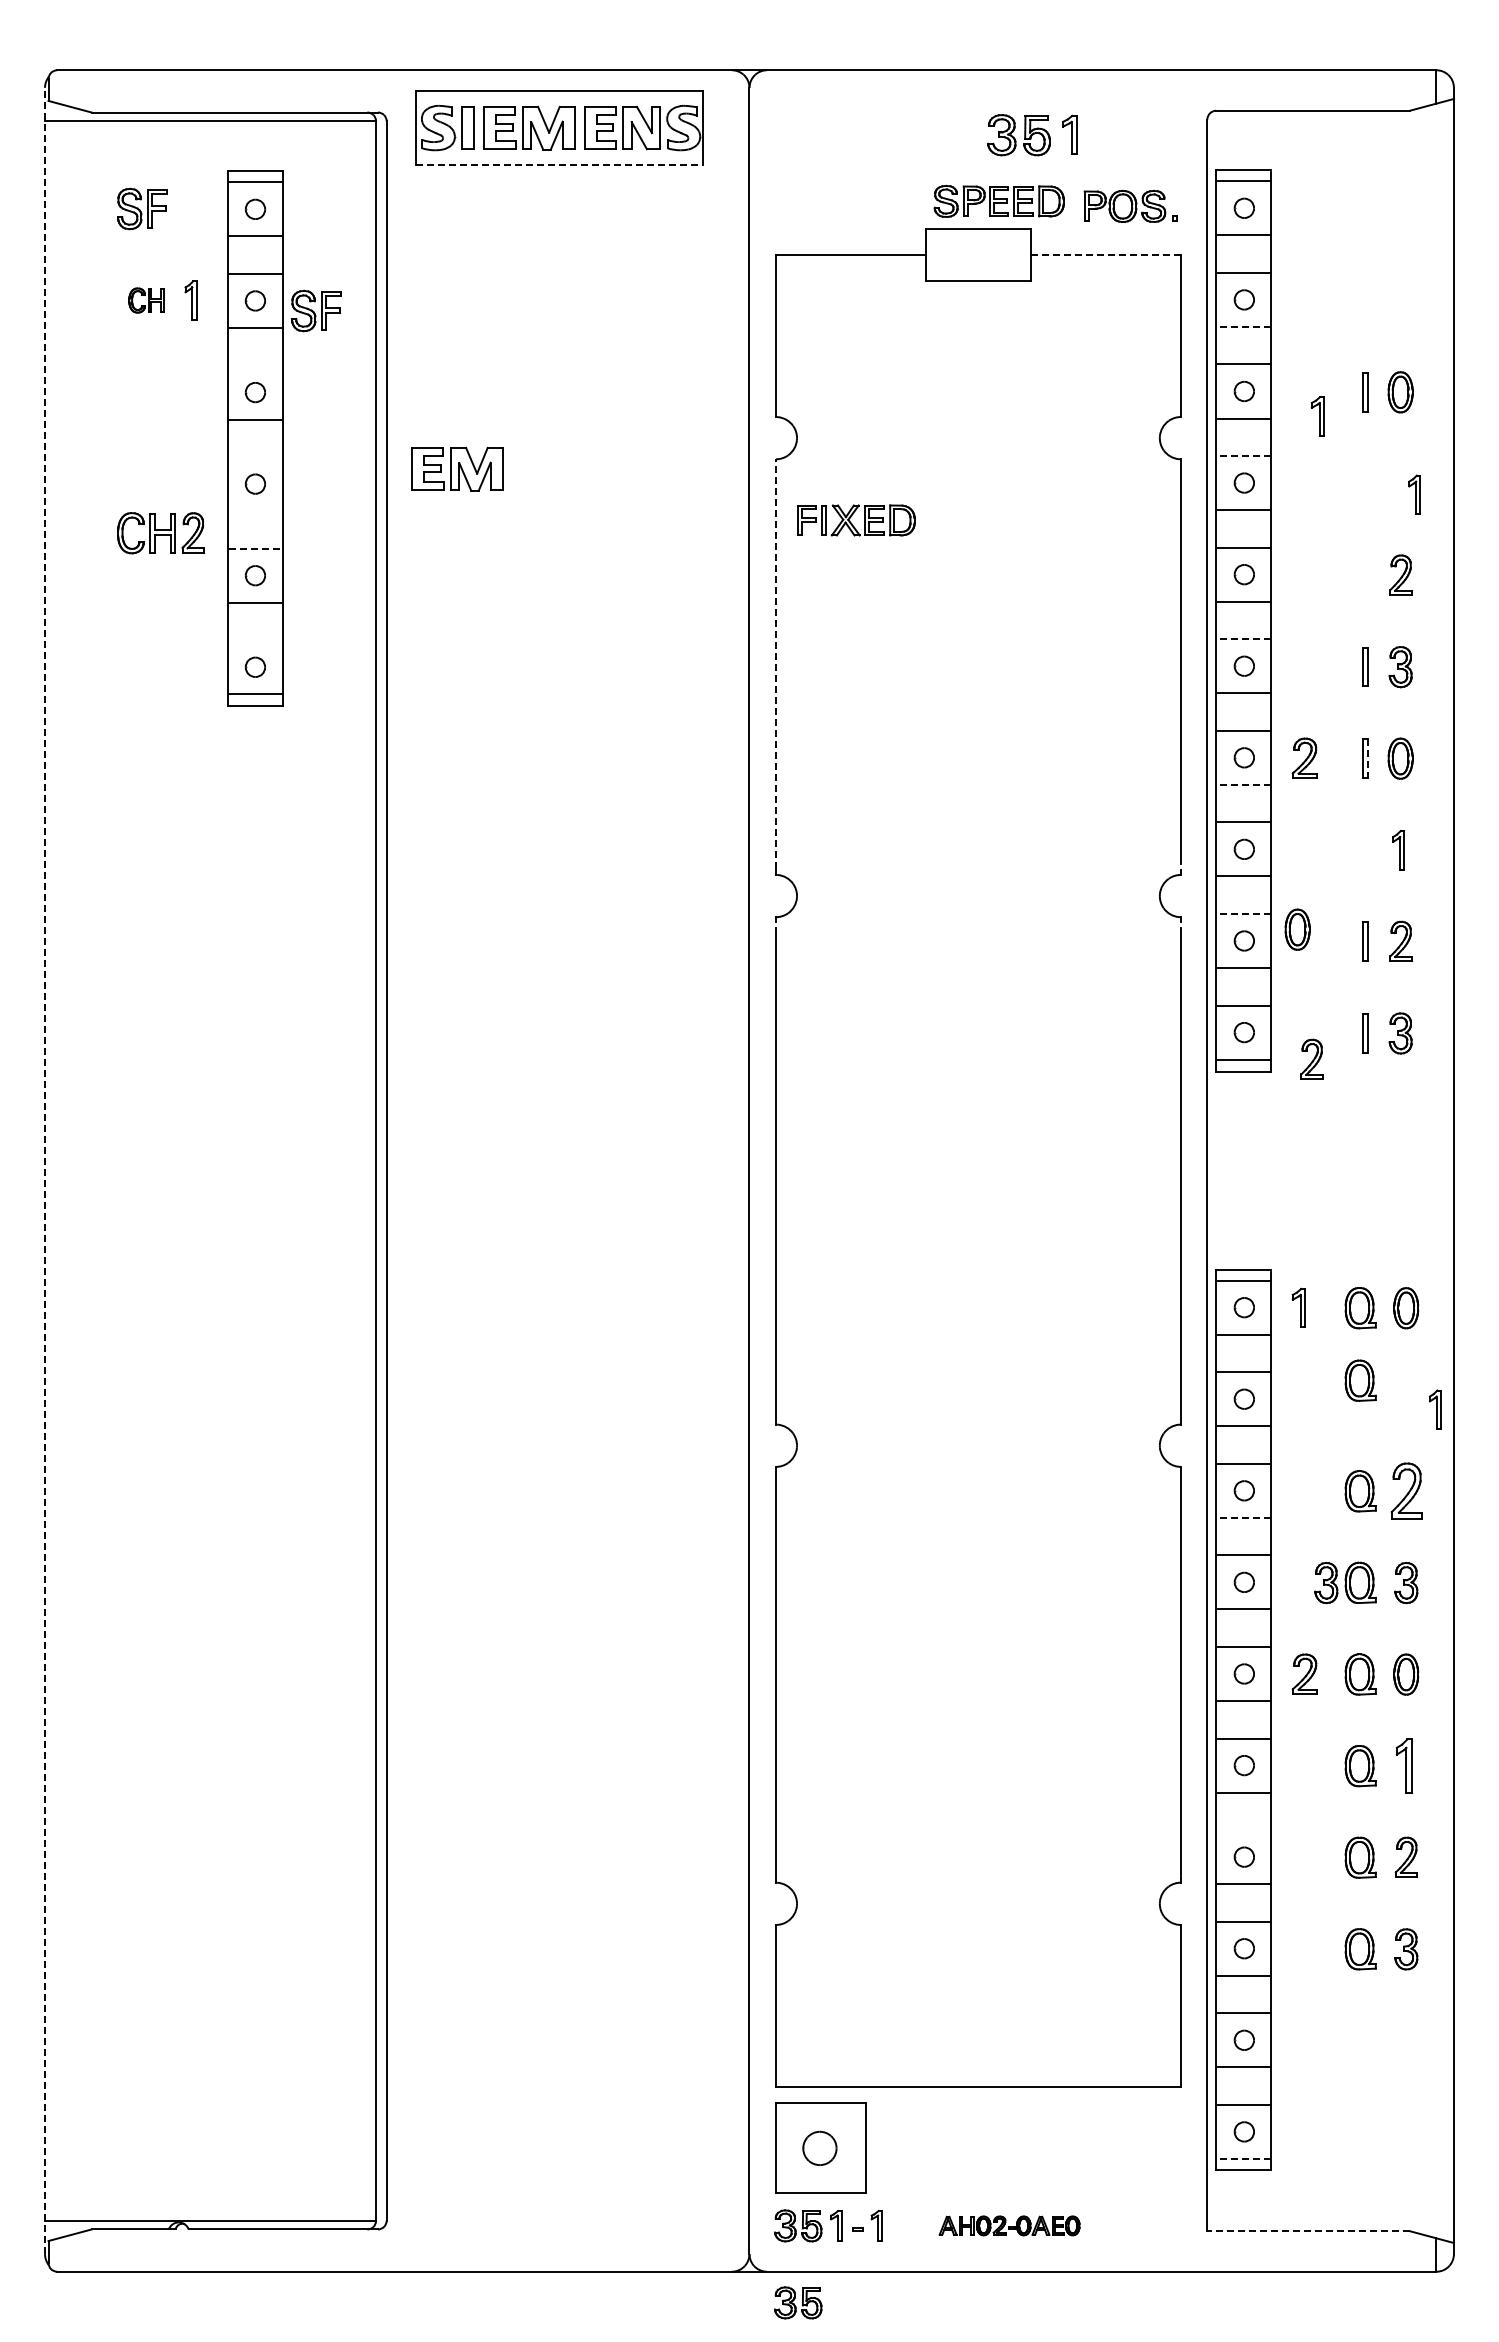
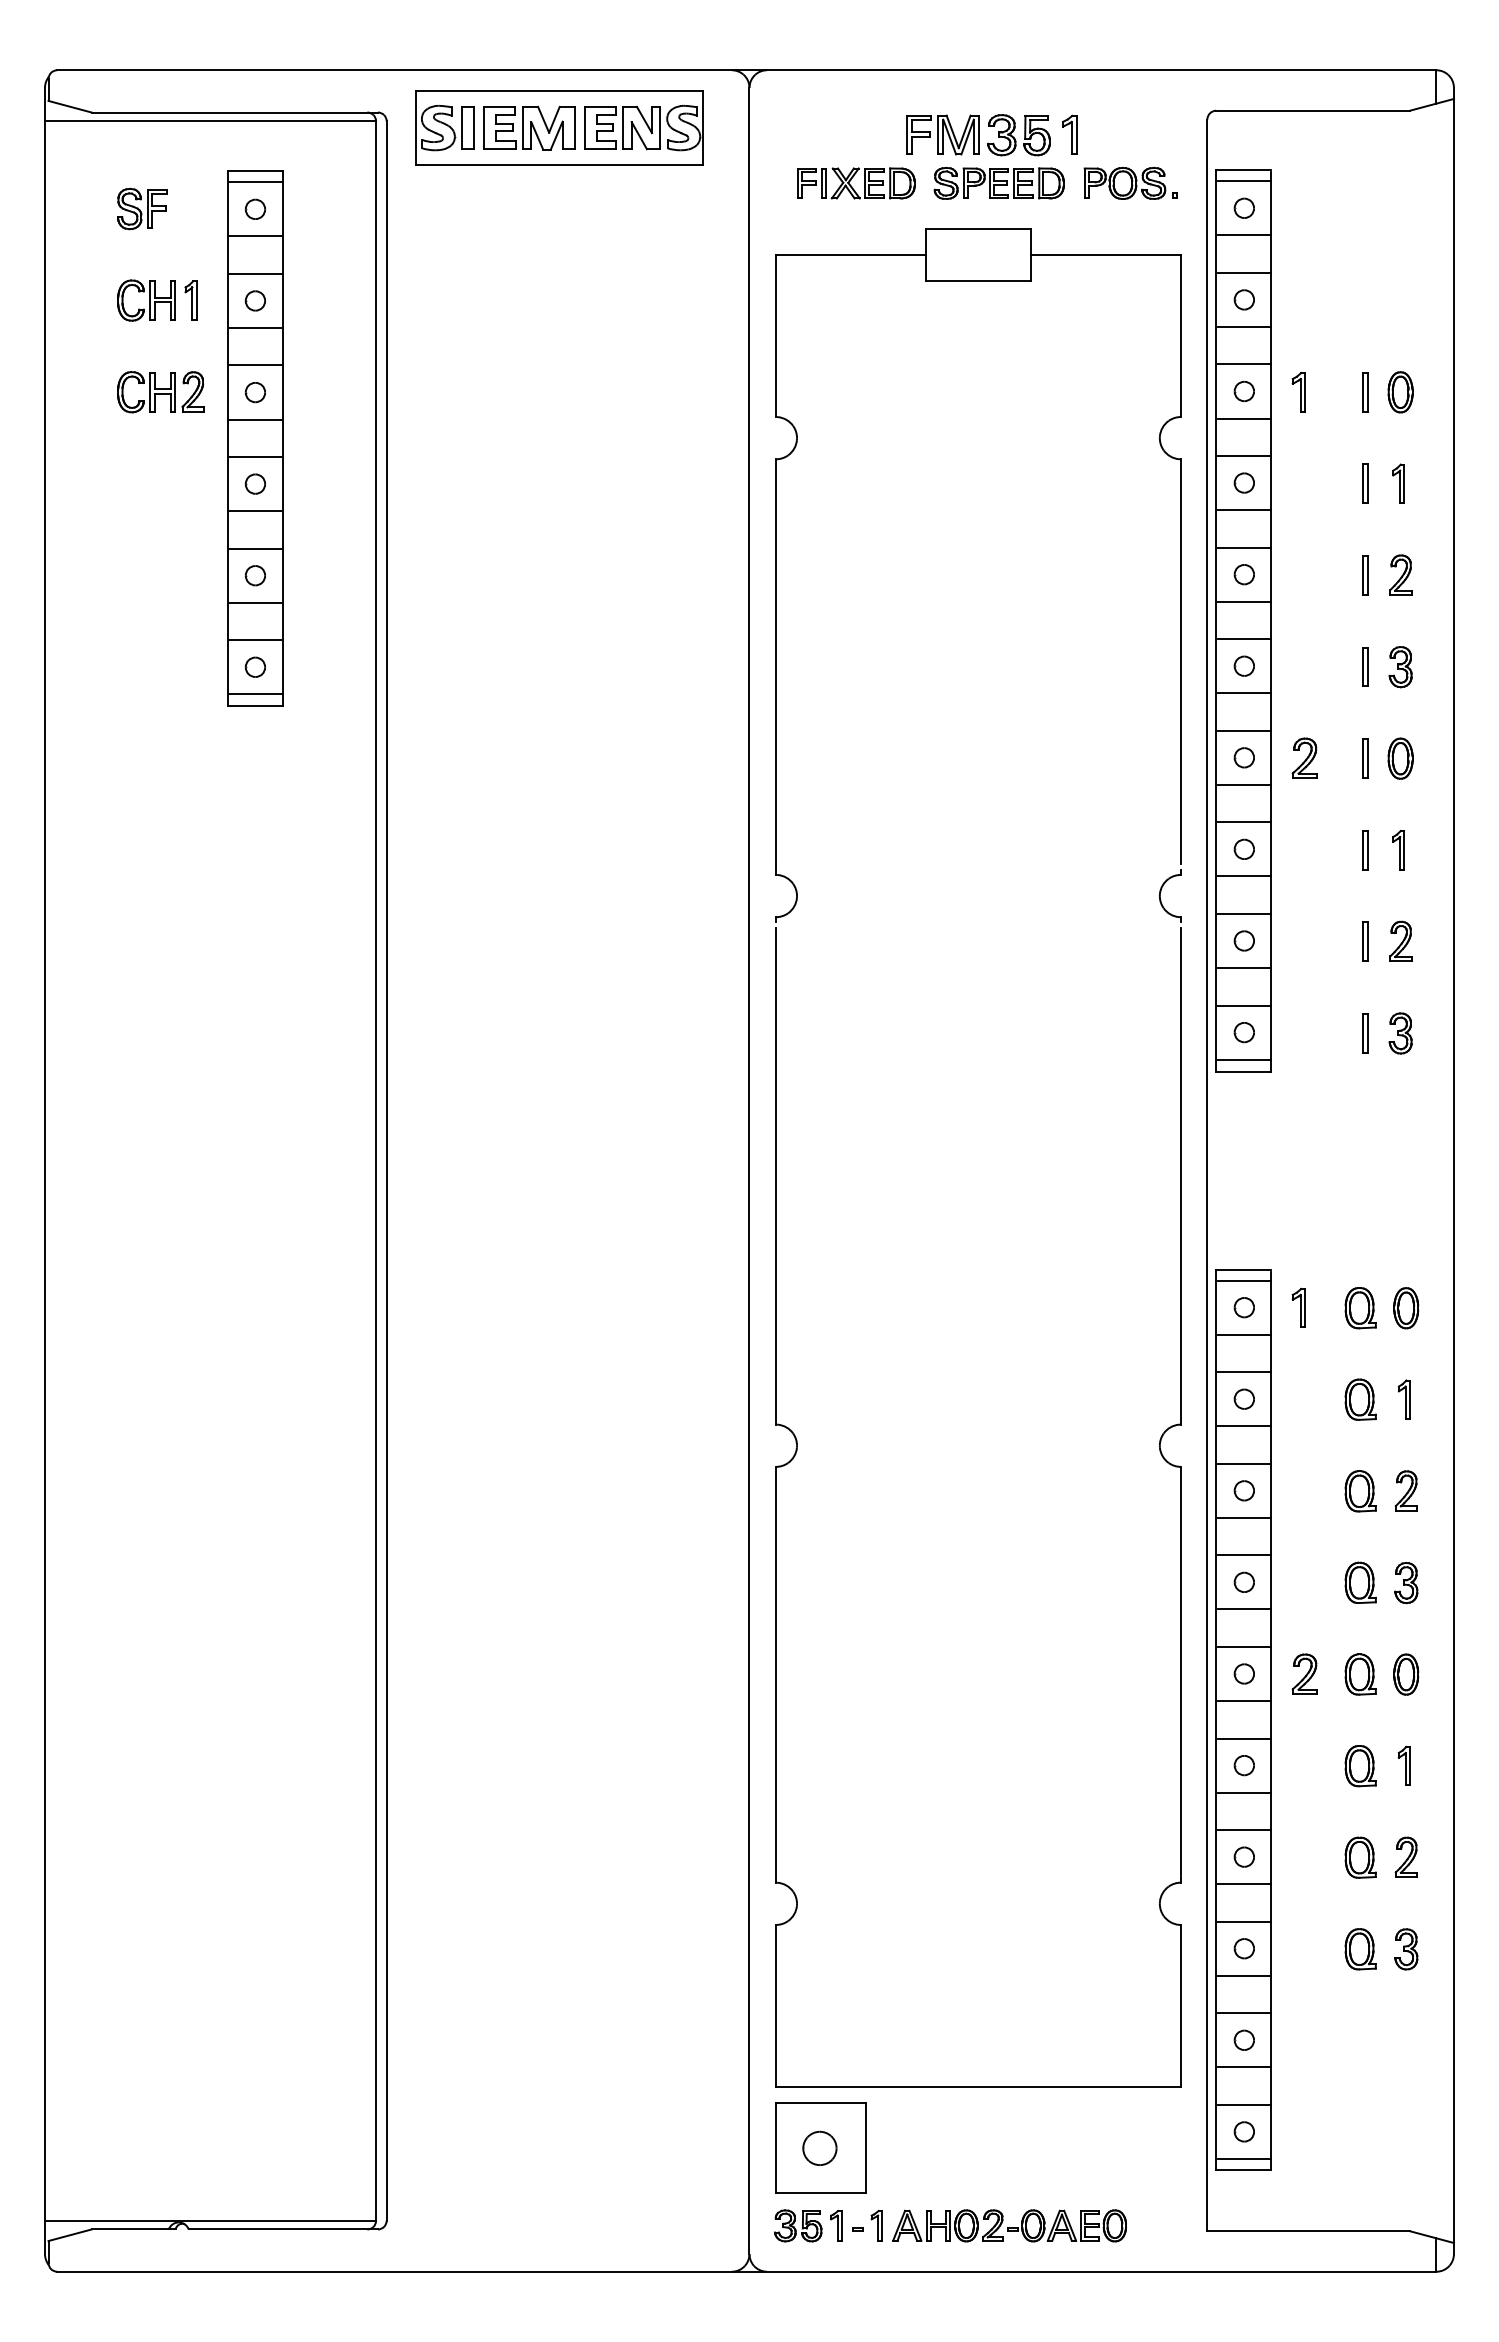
part at (942, 134): none -> present
line at (559, 165): dashed -> solid
part at (998, 200) position: (998, 200) -> (998, 182)
part at (1130, 205) position: (1130, 205) -> (1130, 182)
line at (1106, 255): dashed -> solid
part at (146, 300) size: 37x27 px -> 59x43 px
part at (316, 310): present -> none
line at (1243, 326): dashed -> solid
line at (255, 365): none -> present
part at (1317, 416) position: (1317, 416) -> (1298, 392)
line at (1243, 456): dashed -> solid
line at (255, 457): none -> present
part at (457, 468): present -> none
part at (1365, 483): none -> present
part at (1414, 494) position: (1414, 494) -> (1398, 483)
line at (255, 511): none -> present
part at (856, 520) position: (856, 520) -> (856, 183)
part at (160, 533) position: (160, 533) -> (160, 392)
line at (255, 548): dashed -> solid
part at (1365, 575): none -> present
line at (1243, 639): dashed -> solid
line at (255, 640): none -> present
line at (775, 664): dashed -> solid
line at (1367, 759): dashed -> solid
line at (1243, 784): dashed -> solid
part at (1365, 850): none -> present
line at (1243, 913): dashed -> solid
part at (1297, 929): present -> none
part at (1311, 1058): present -> none
line at (45, 1170): dashed -> solid
part at (1360, 1380) position: (1360, 1380) -> (1360, 1399)
part at (1434, 1409) position: (1434, 1409) -> (1403, 1399)
part at (1406, 1490) size: 33x58 px -> 24x42 px
line at (1243, 1517): dashed -> solid
part at (1326, 1583): present -> none
part at (1403, 1765) size: 18x56 px -> 14x41 px
line at (1243, 1830): none -> present
line at (1243, 2158): dashed -> solid
part at (1009, 2225) size: 143x22 px -> 235x34 px
line at (1308, 2231): dashed -> solid
part at (798, 2302): present -> none
